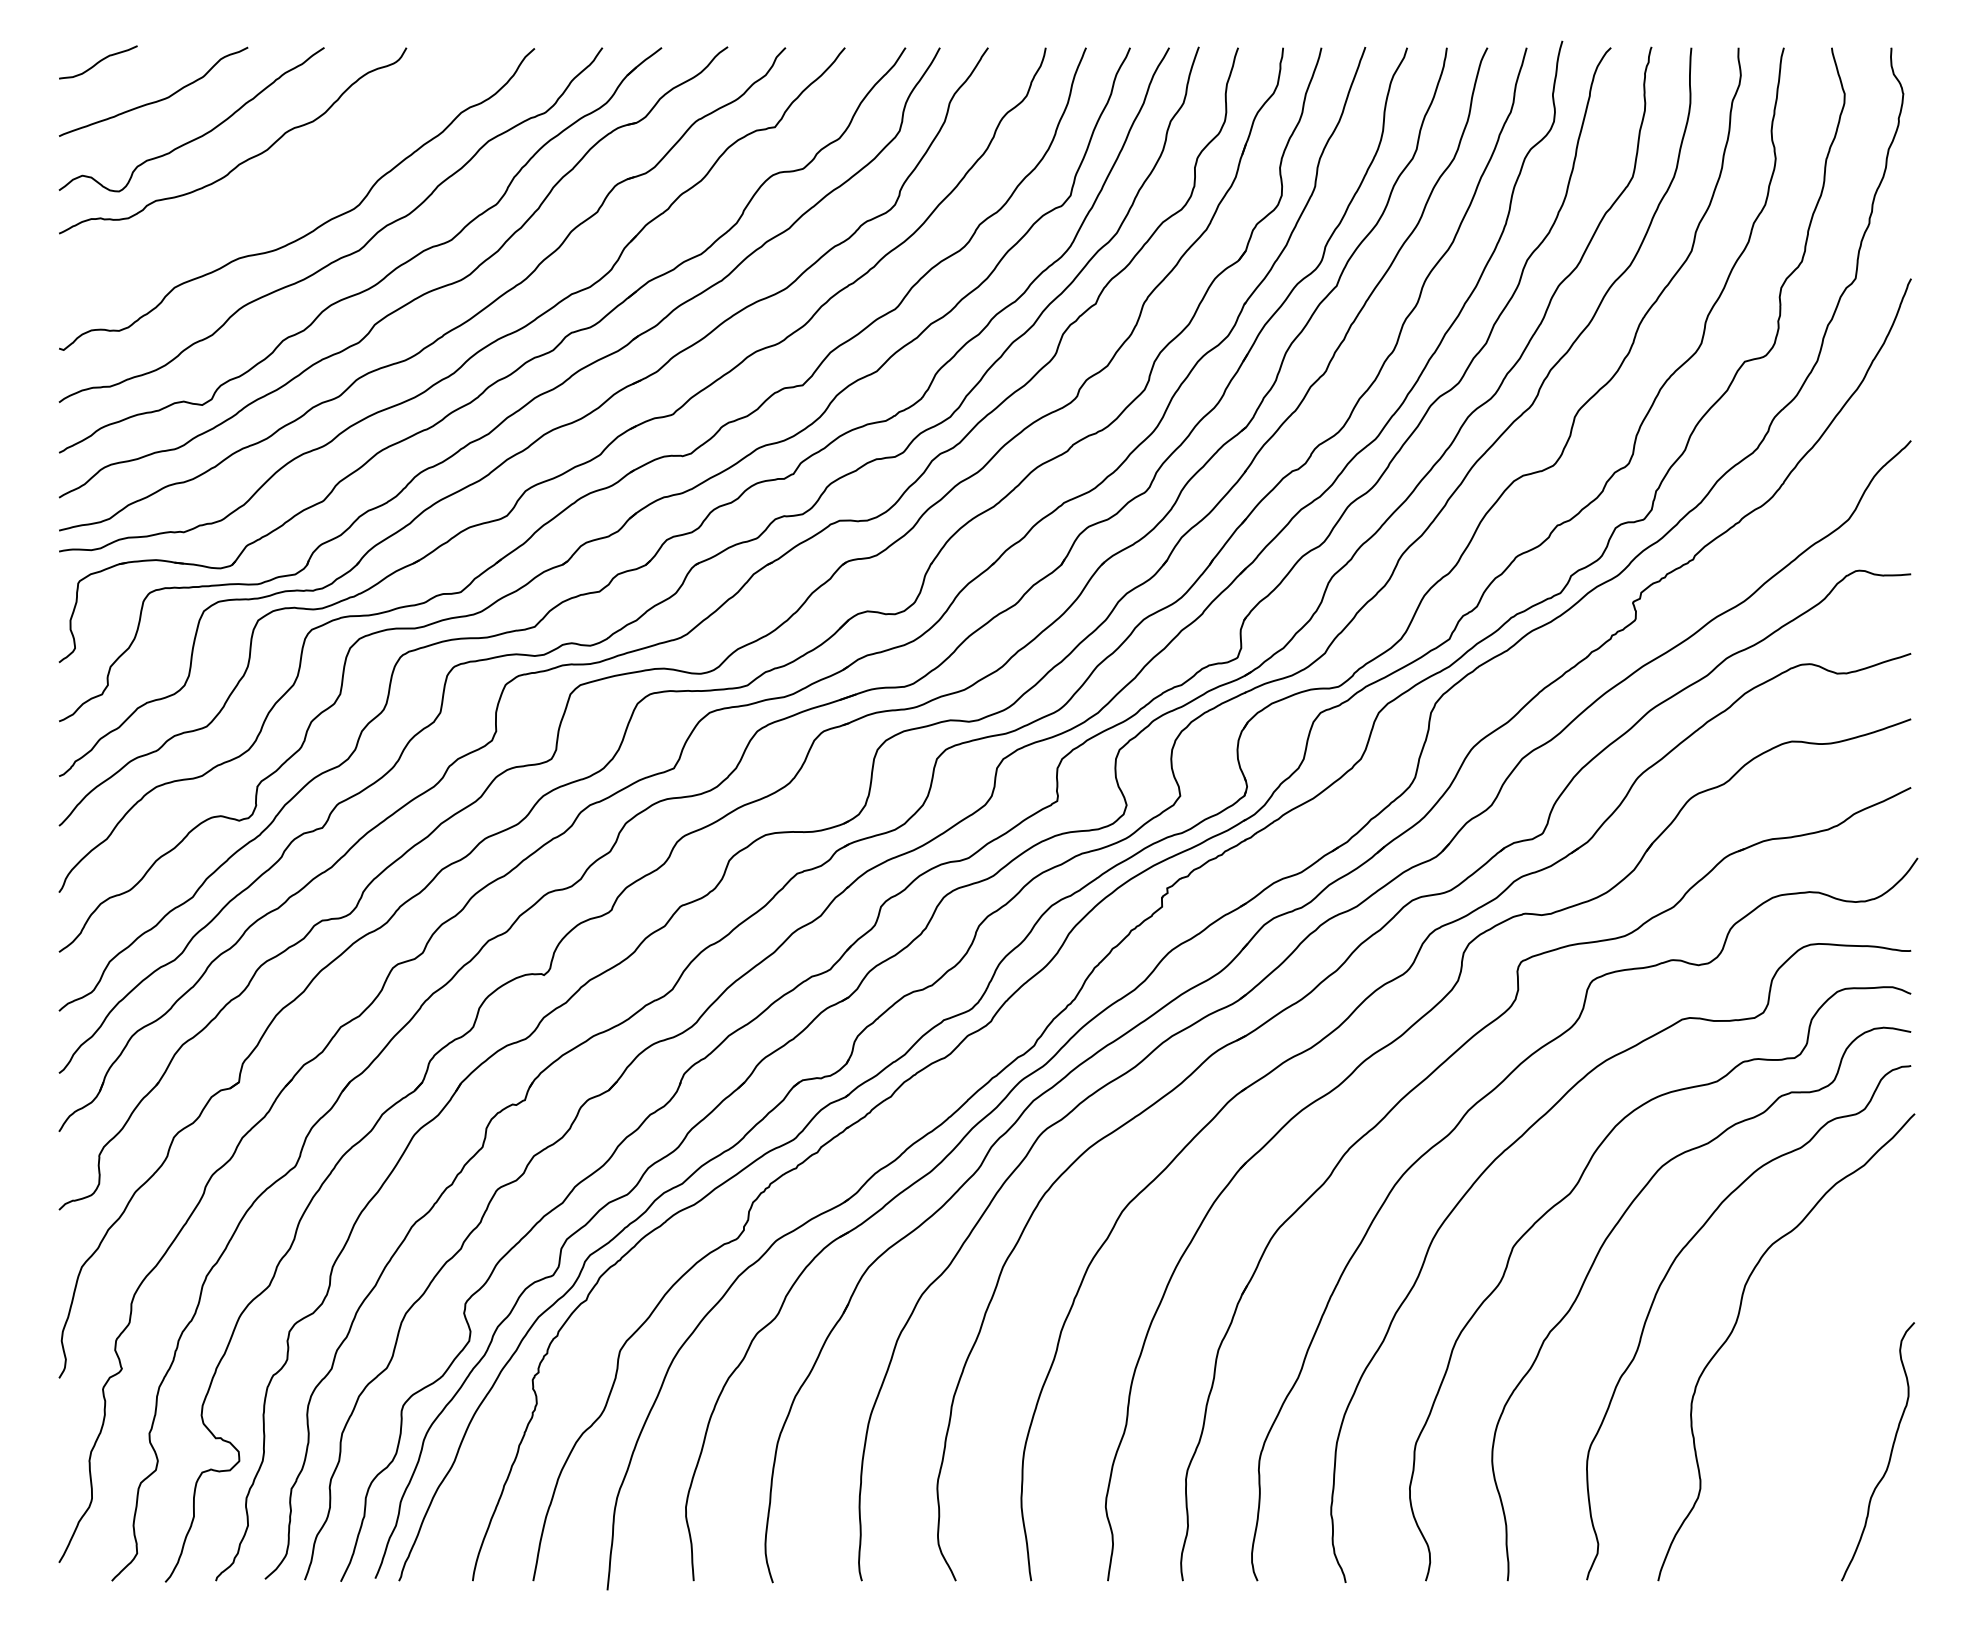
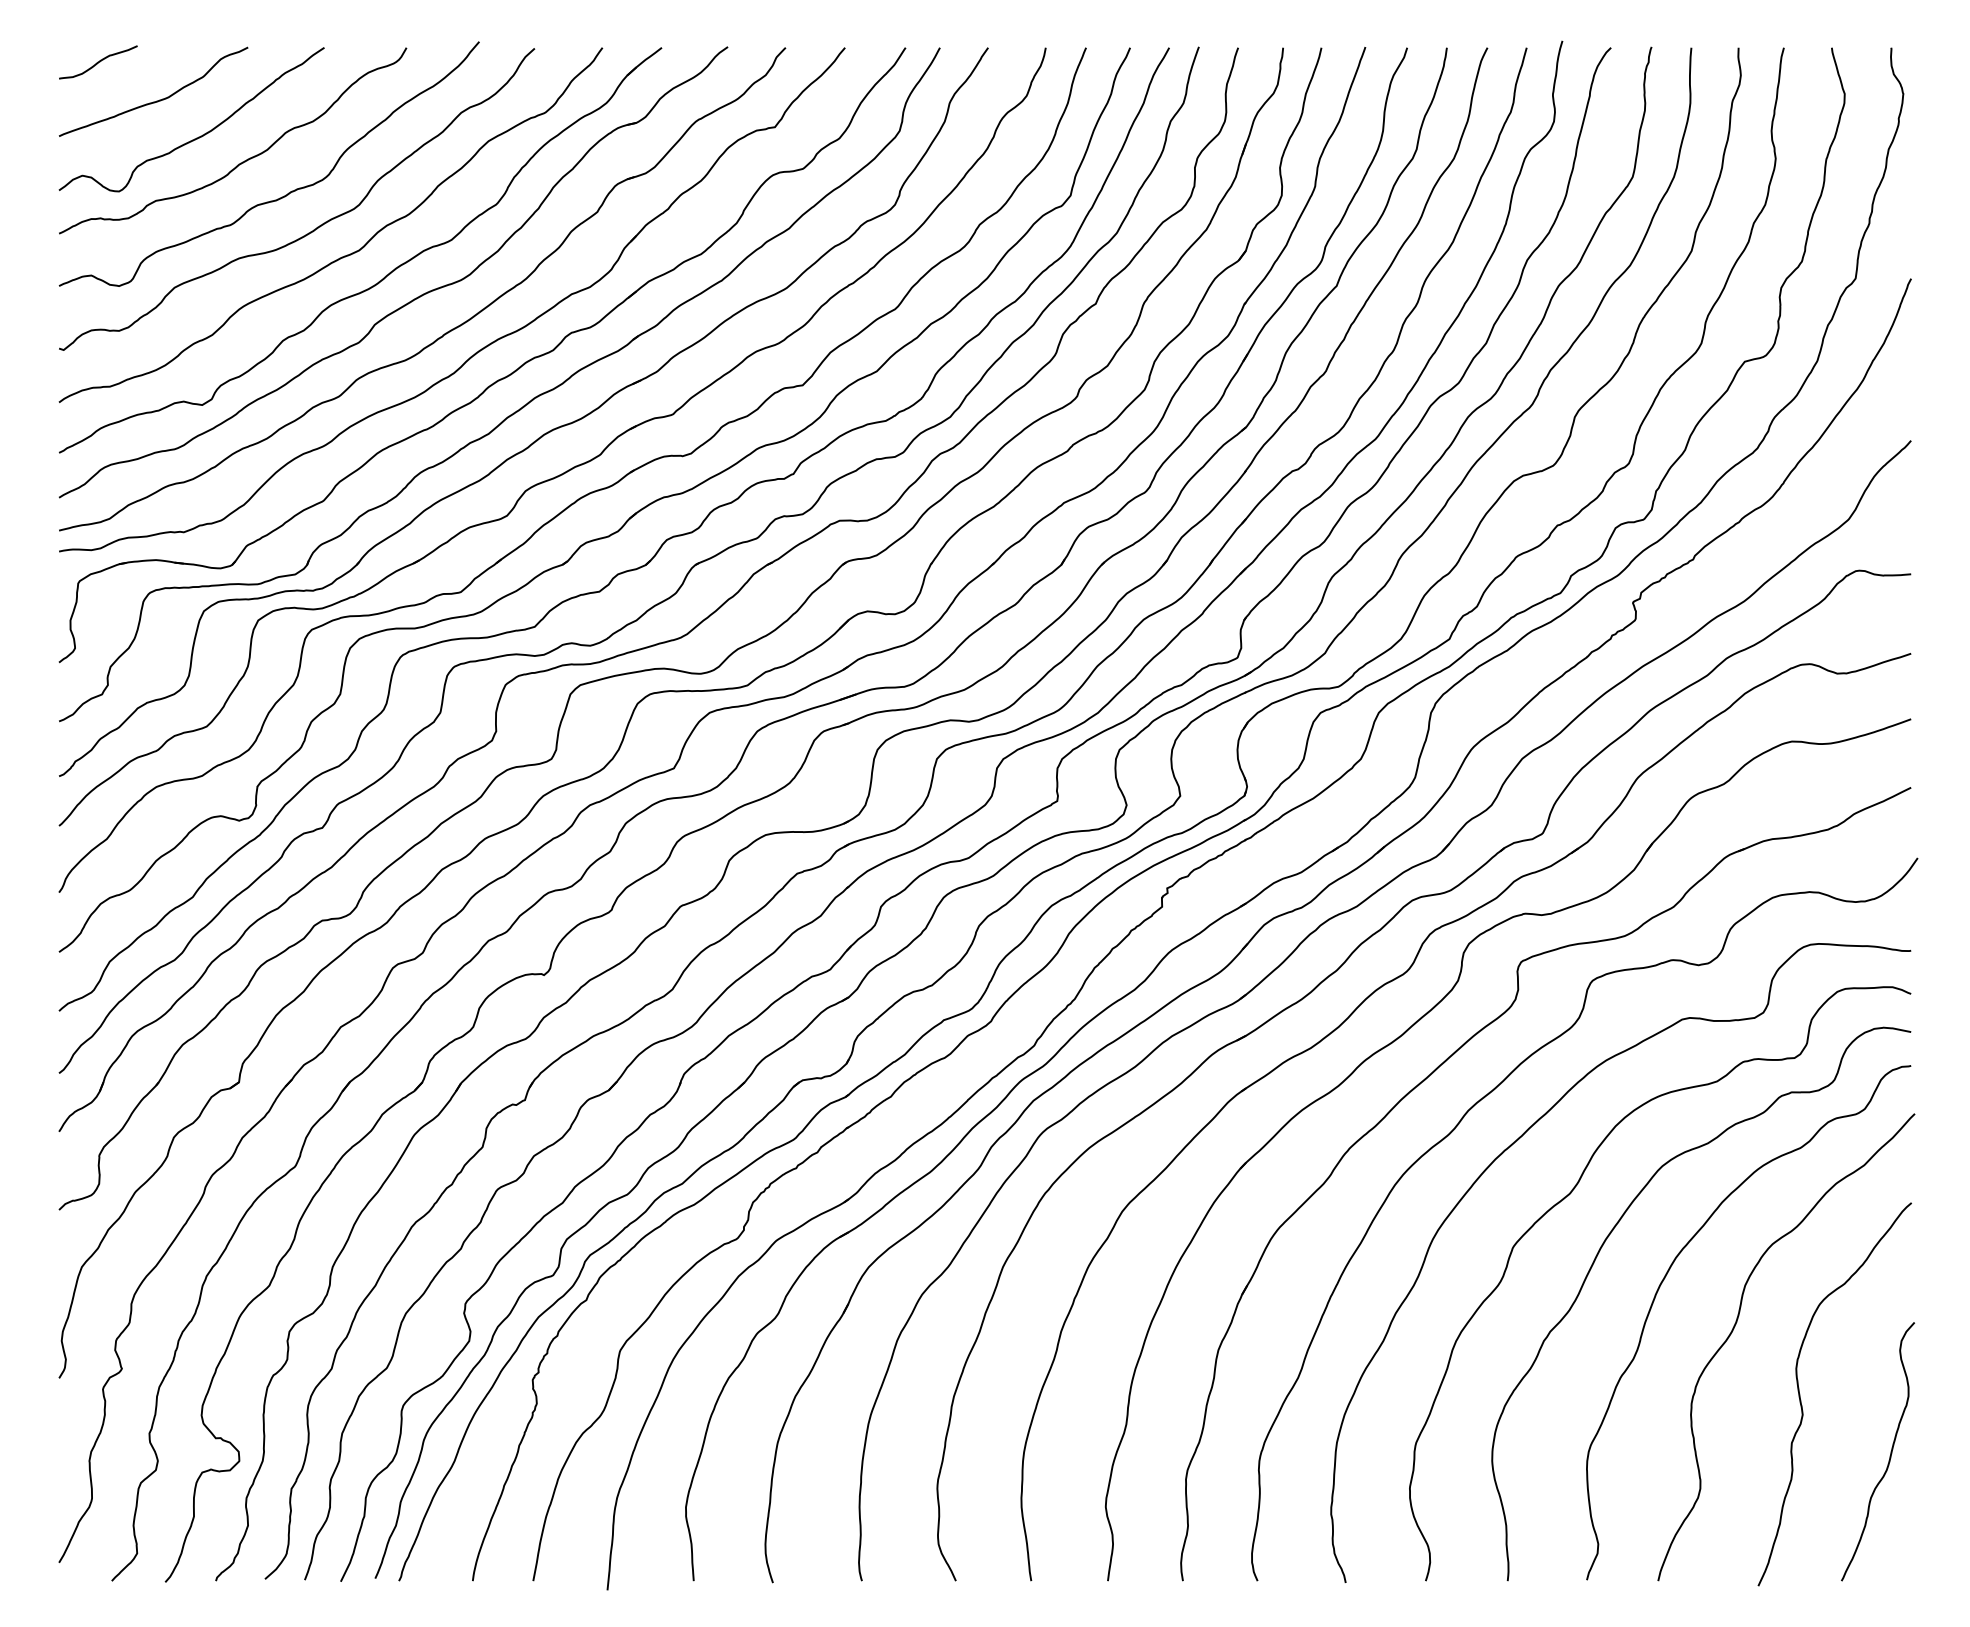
curve at (288, 192): none -> present
curve at (1801, 1400): none -> present
